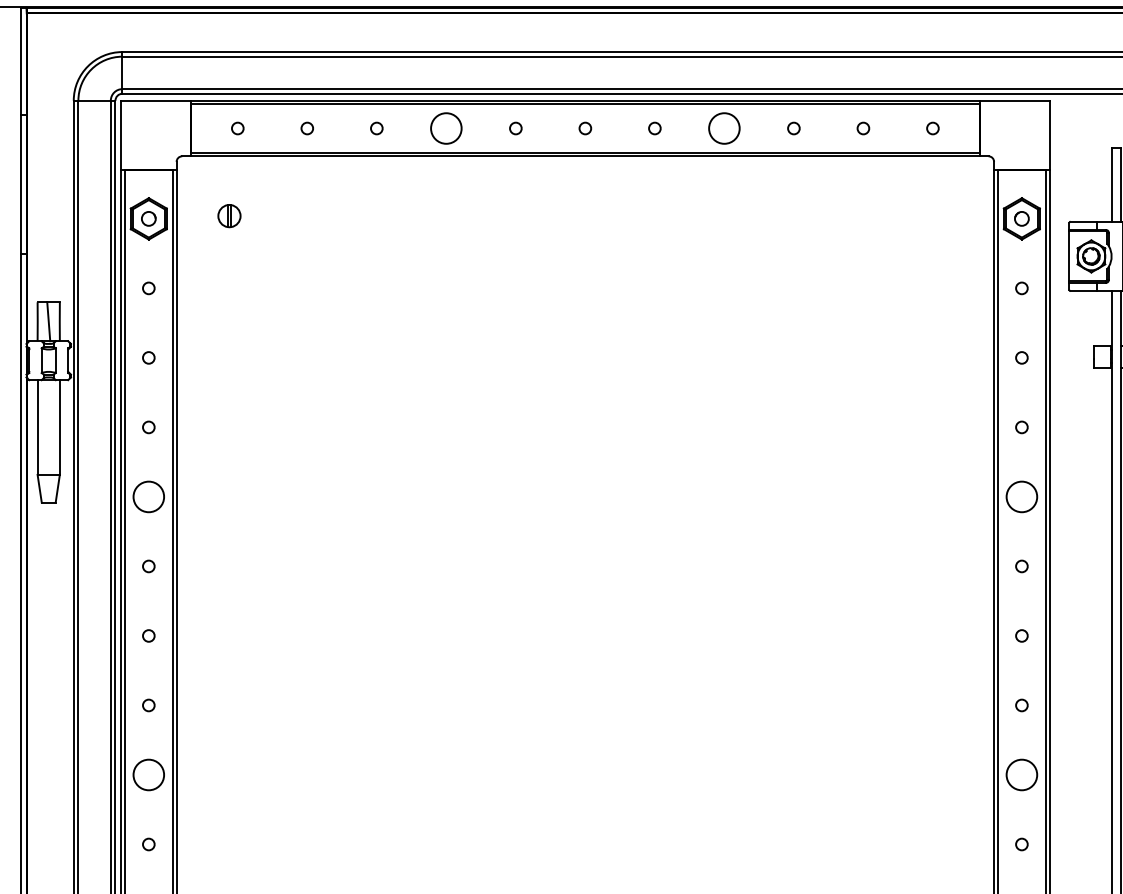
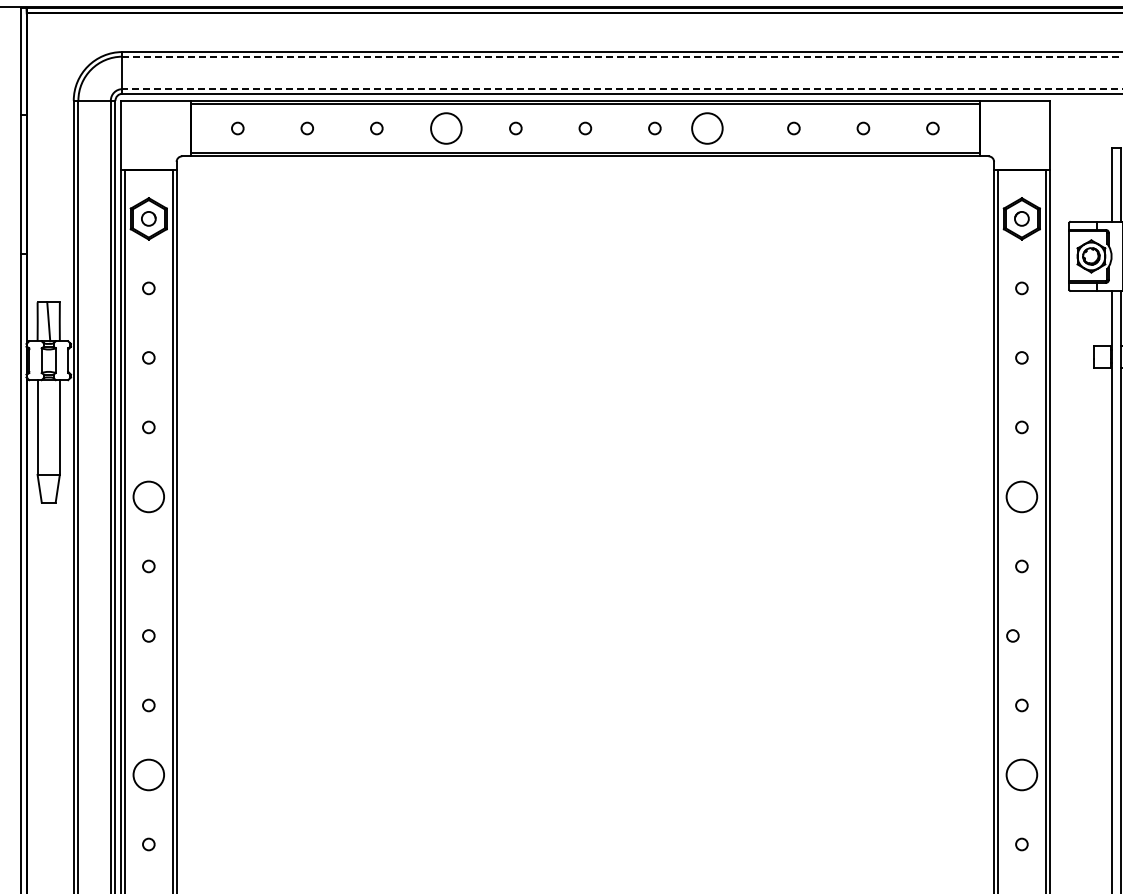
line at (622, 56): solid -> dashed
line at (622, 89): solid -> dashed
circle at (724, 128) position: (724, 128) -> (707, 128)
part at (229, 216): present -> none
circle at (1021, 635) position: (1021, 635) -> (1012, 635)
